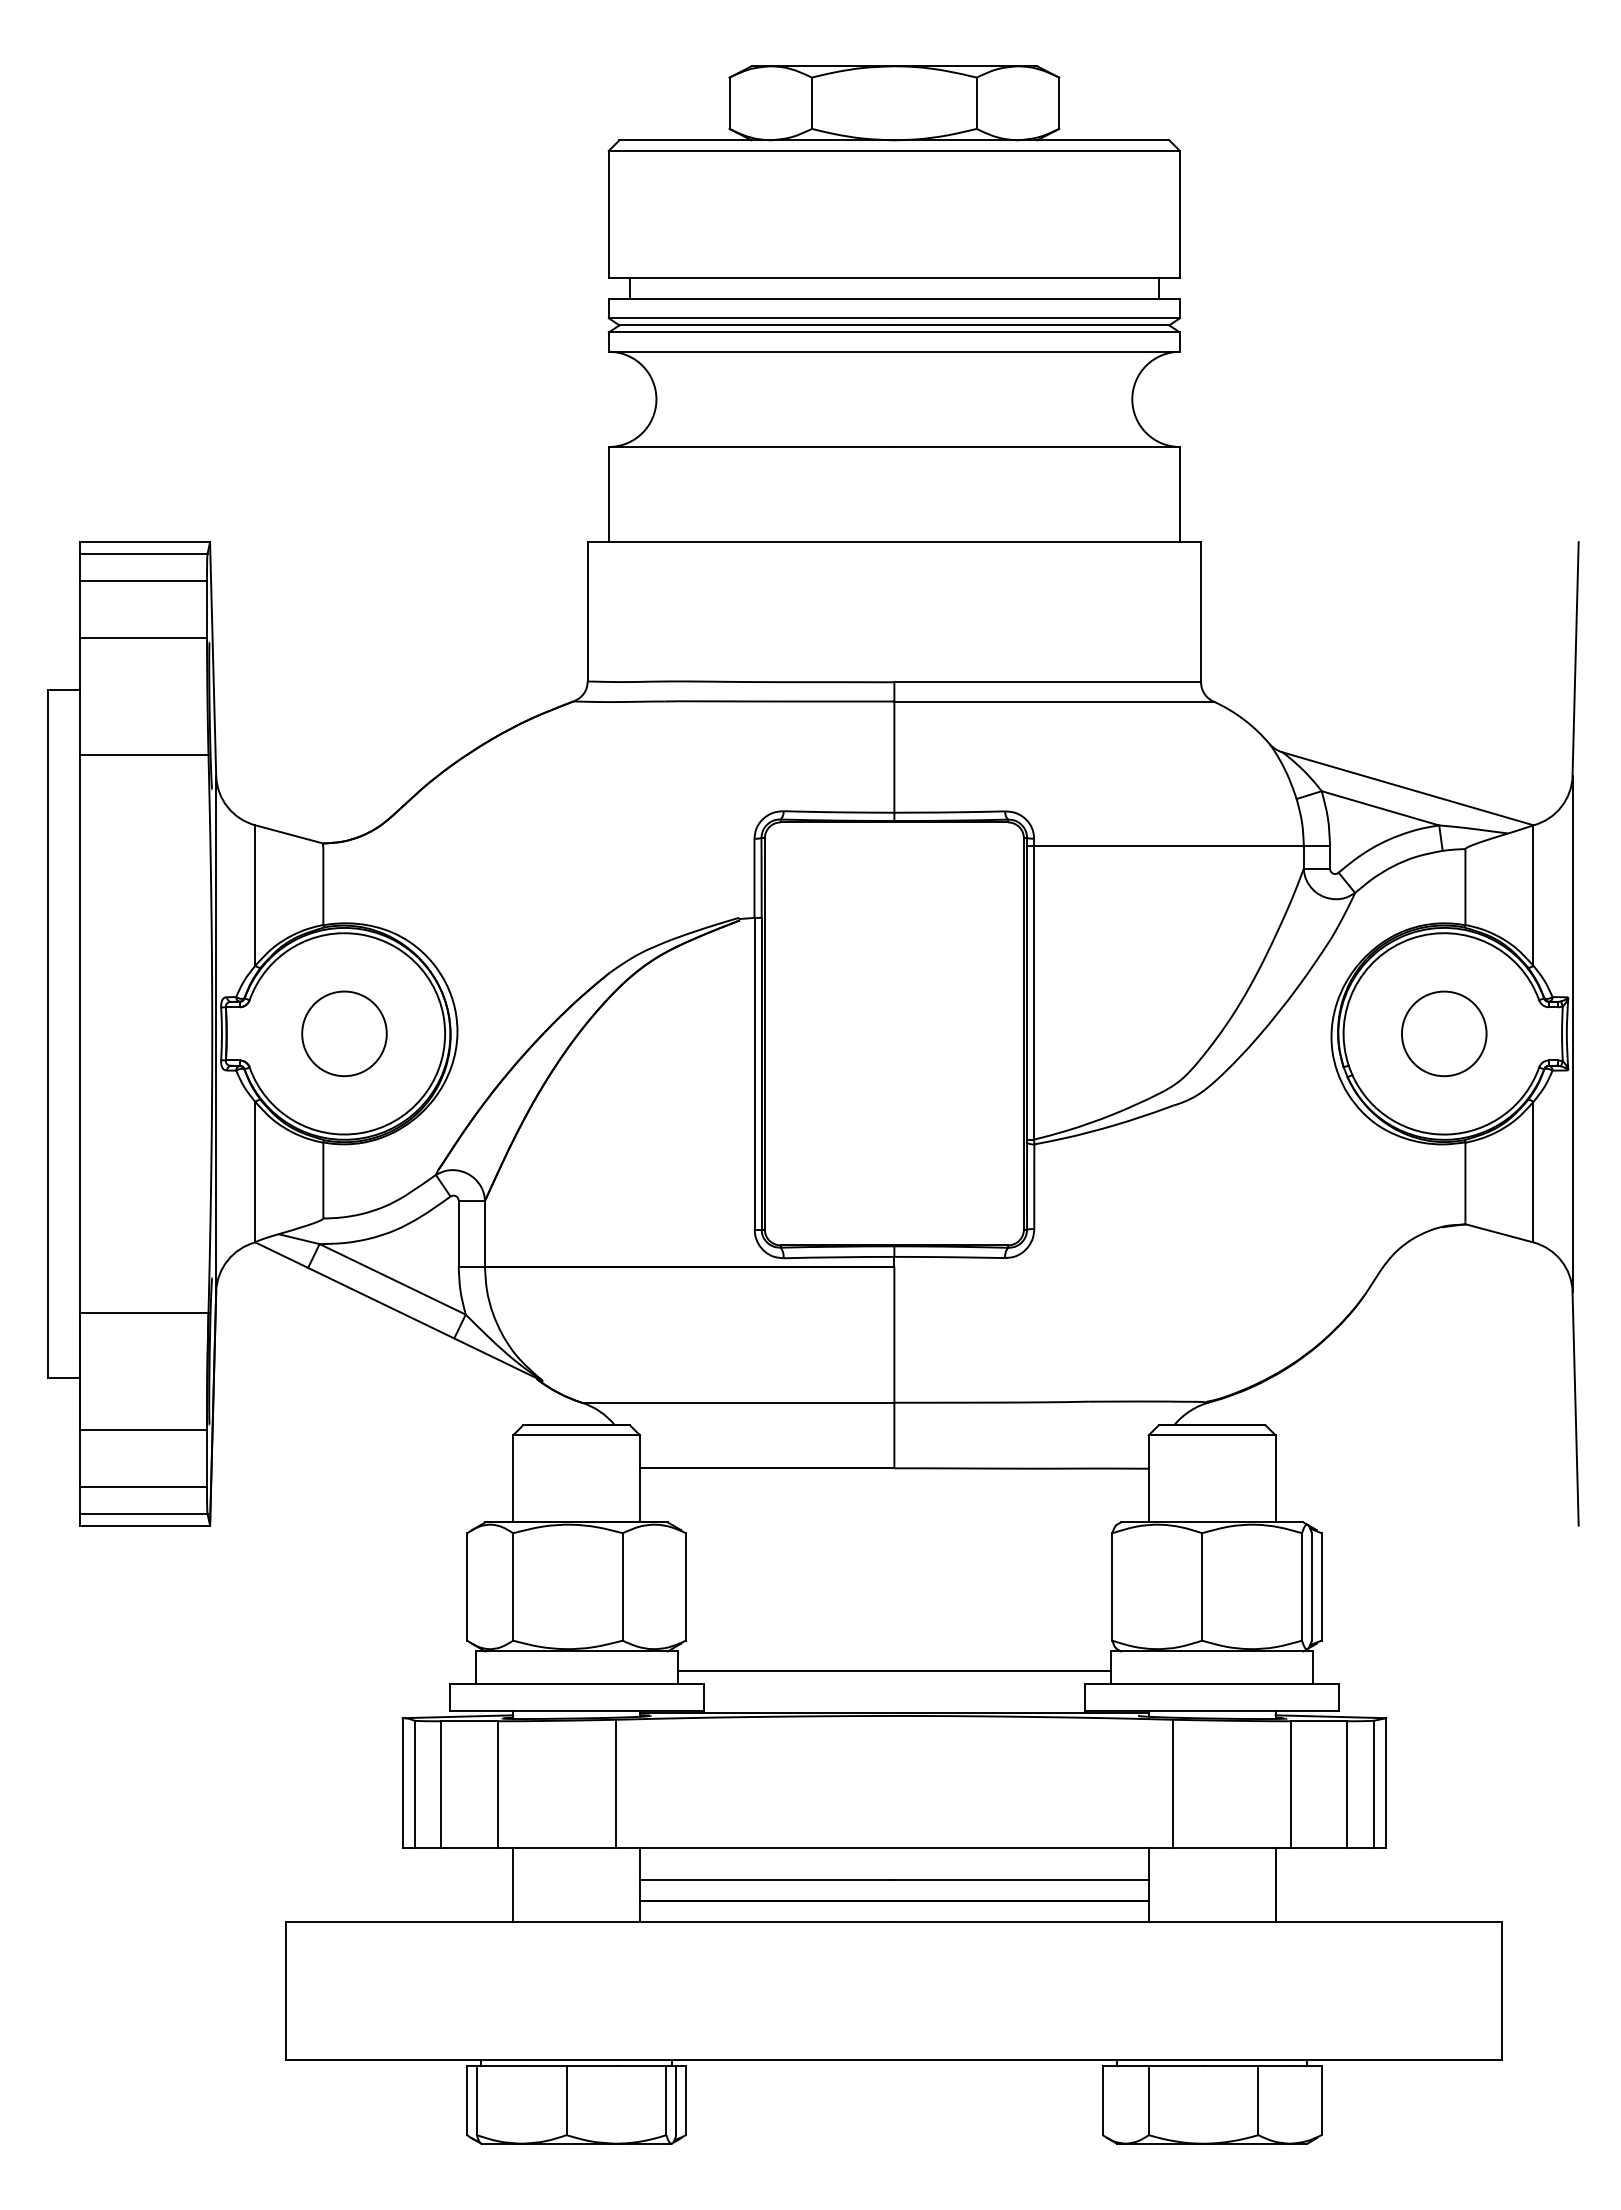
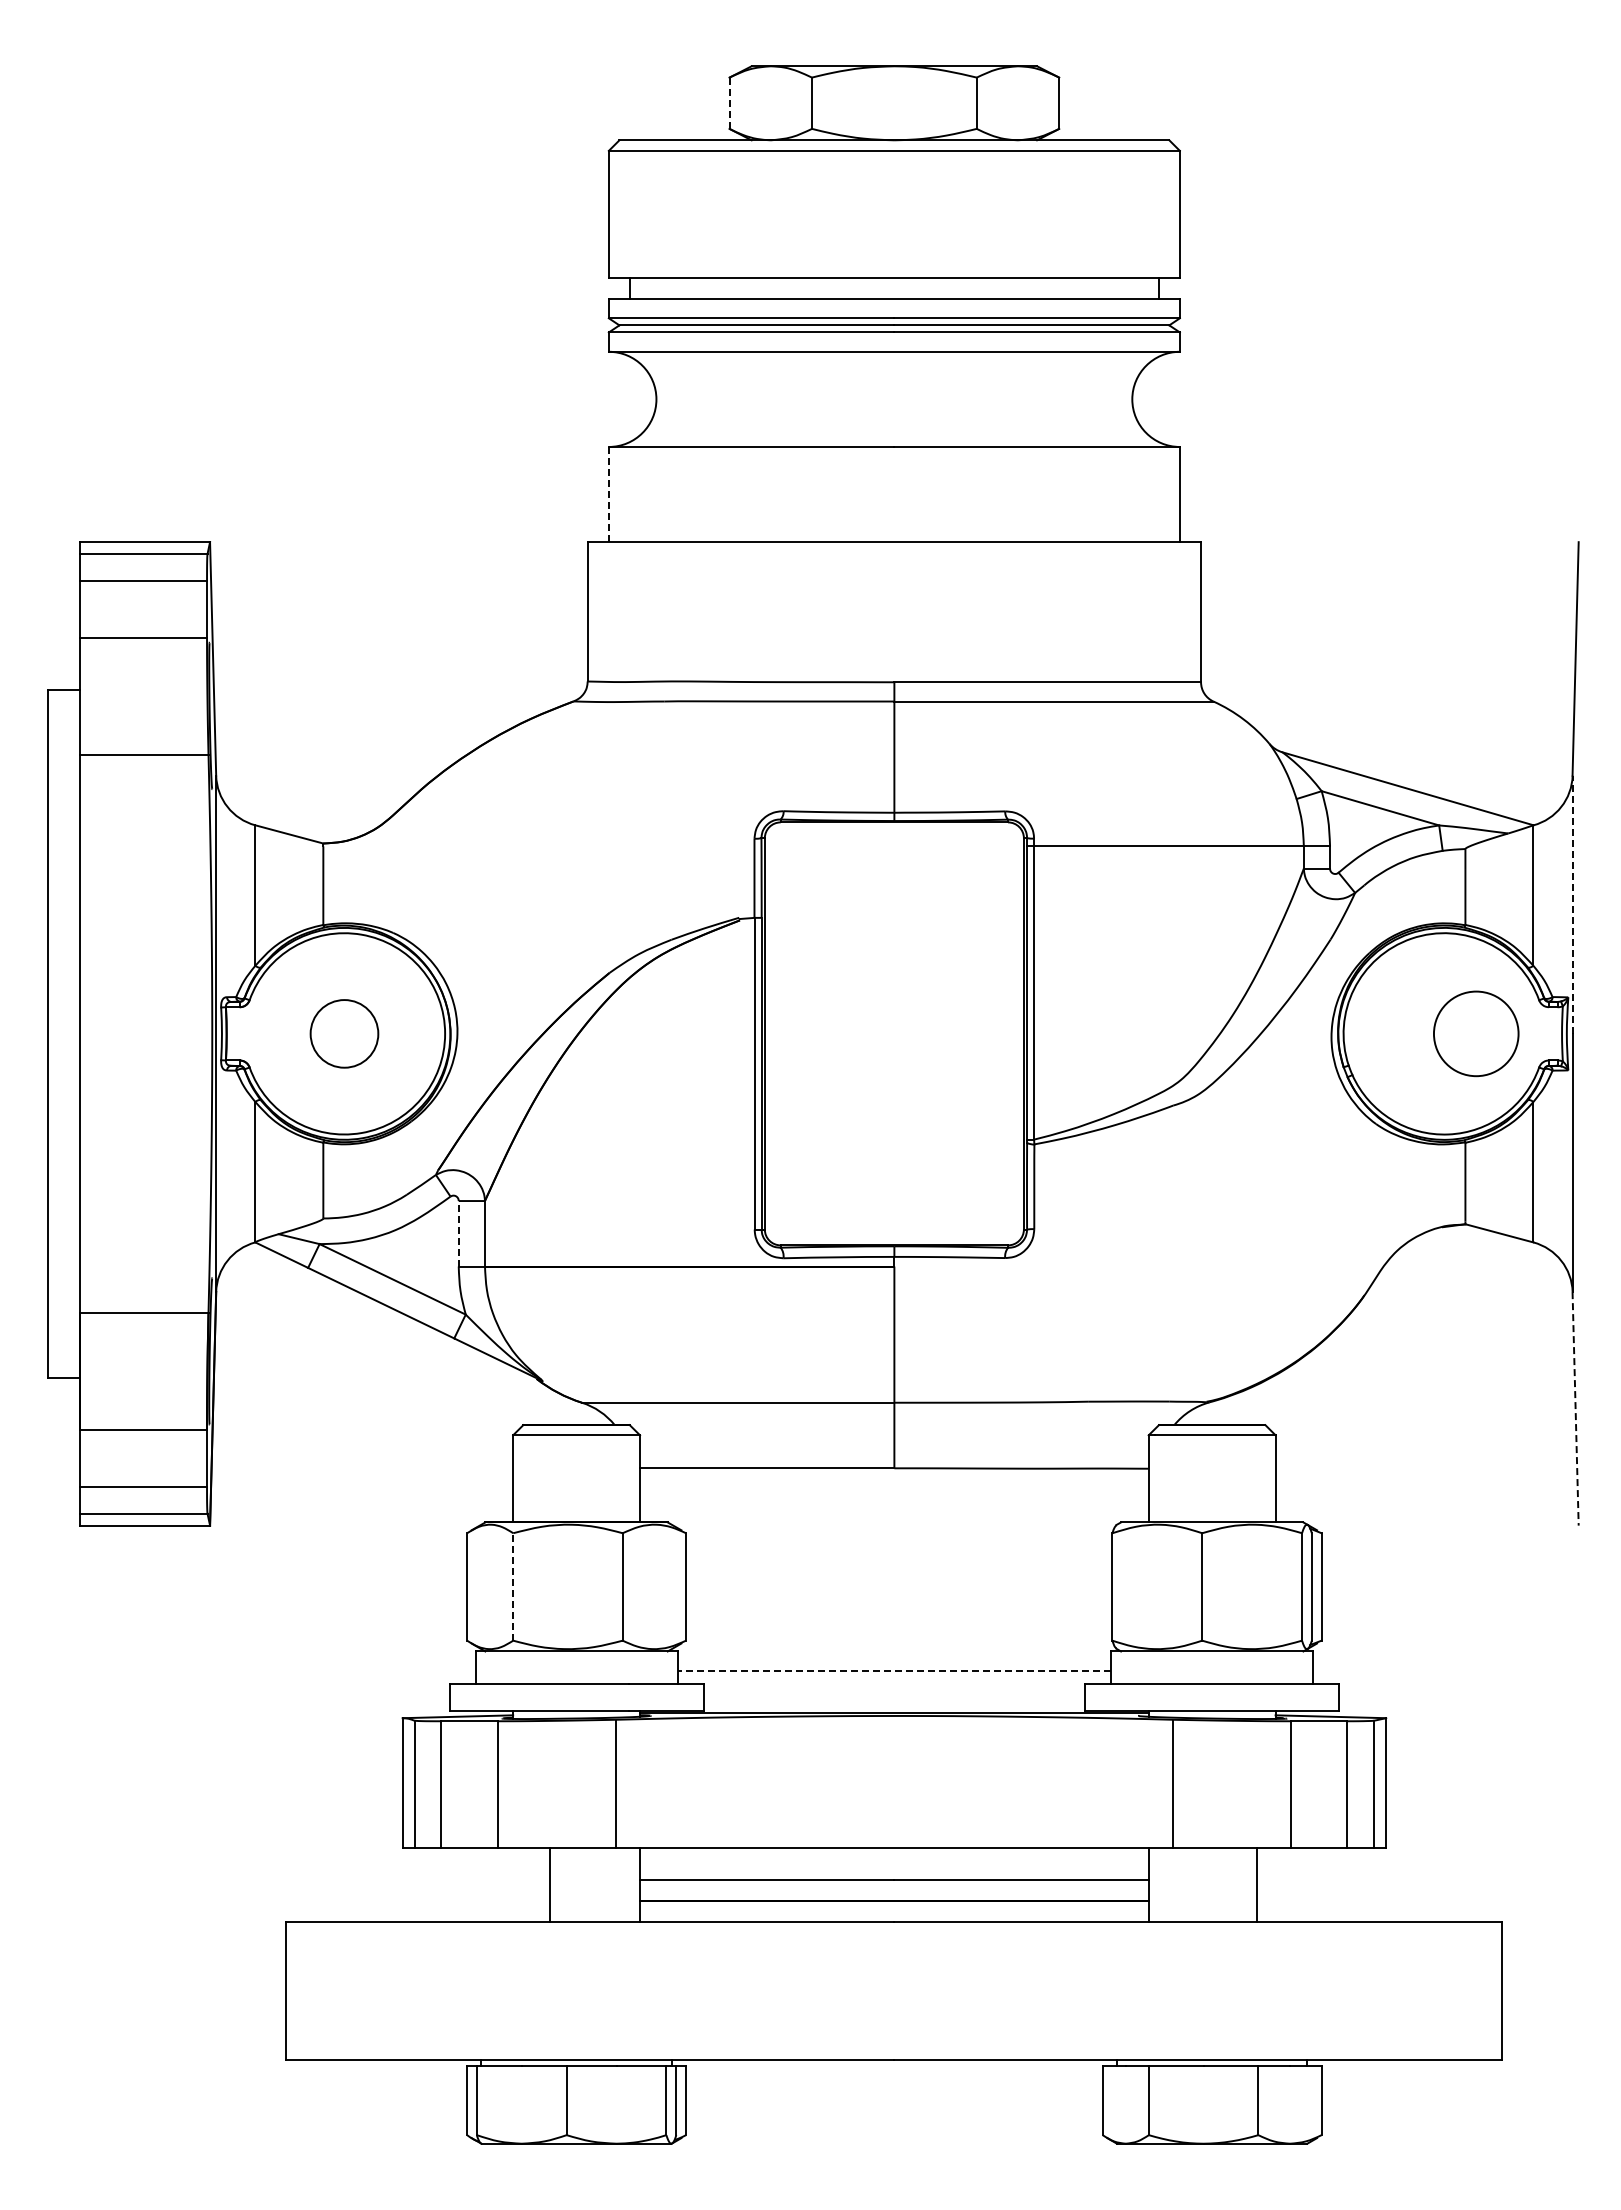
line at (729, 103): solid -> dashed
line at (608, 494): solid -> dashed
line at (1572, 904): solid -> dashed
circle at (344, 1033) size: 87x88 px -> 71x70 px
circle at (1444, 1033) position: (1444, 1033) -> (1476, 1033)
line at (458, 1233): solid -> dashed
line at (1575, 1408): solid -> dashed
line at (513, 1586): solid -> dashed
line at (894, 1671): solid -> dashed
line at (513, 1885) position: (513, 1885) -> (550, 1885)
line at (1275, 1885) position: (1275, 1885) -> (1256, 1885)
